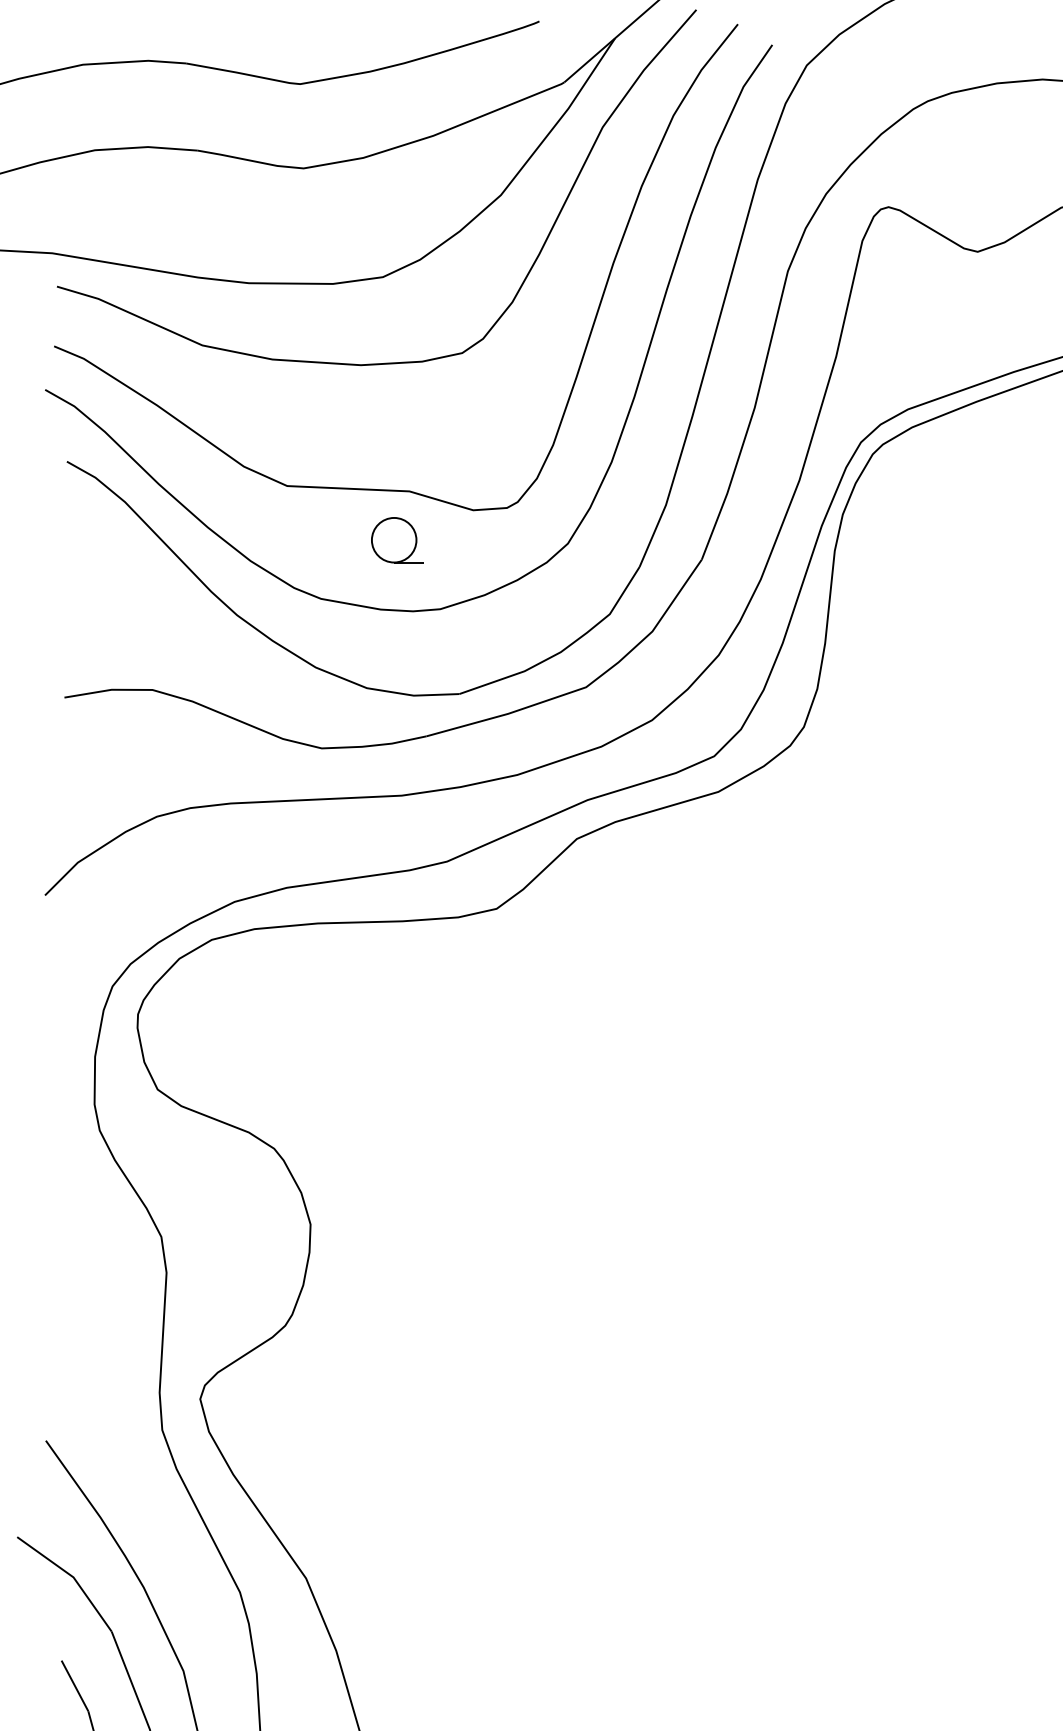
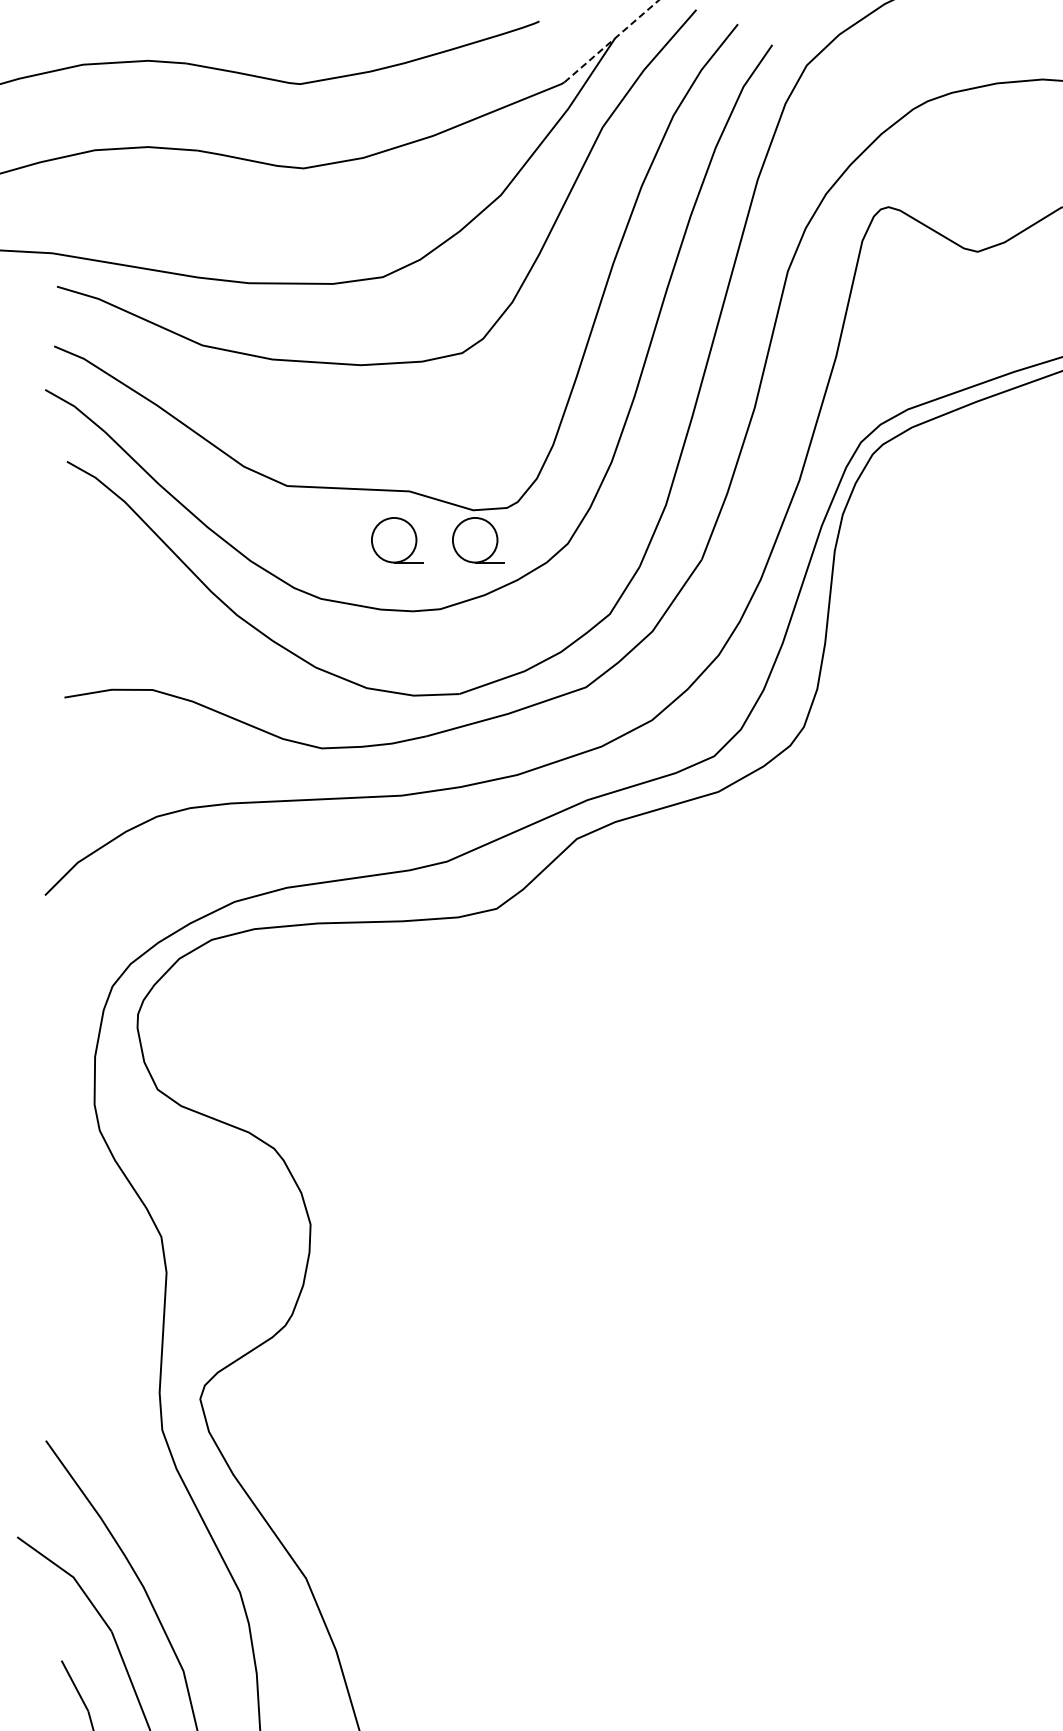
line at (611, 41): solid -> dashed
part at (478, 540): none -> present
